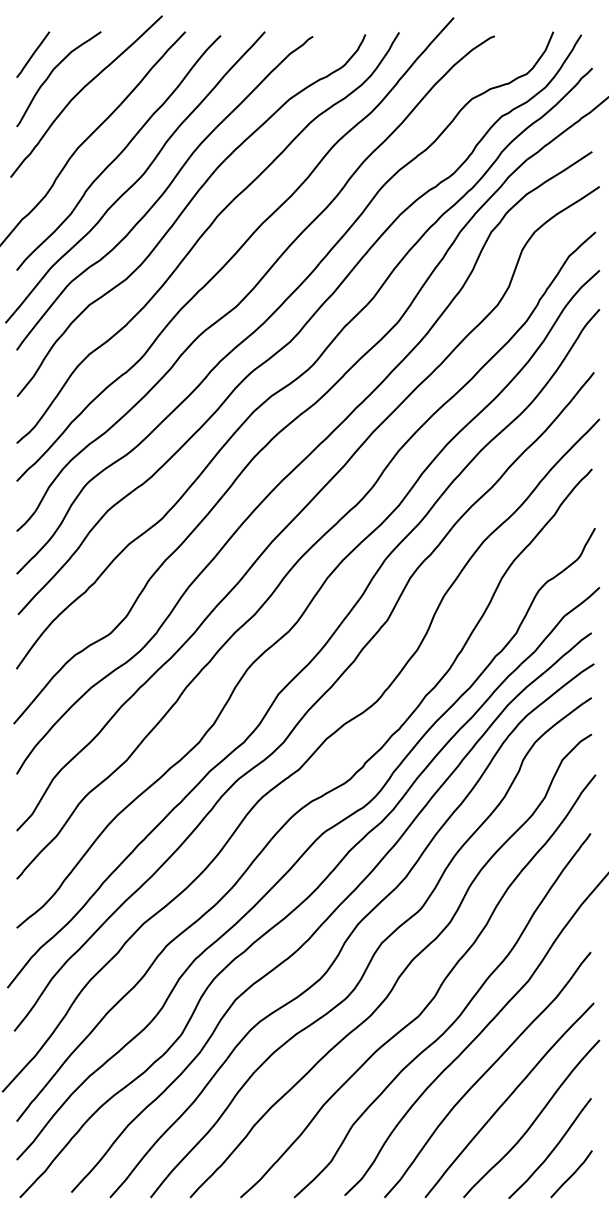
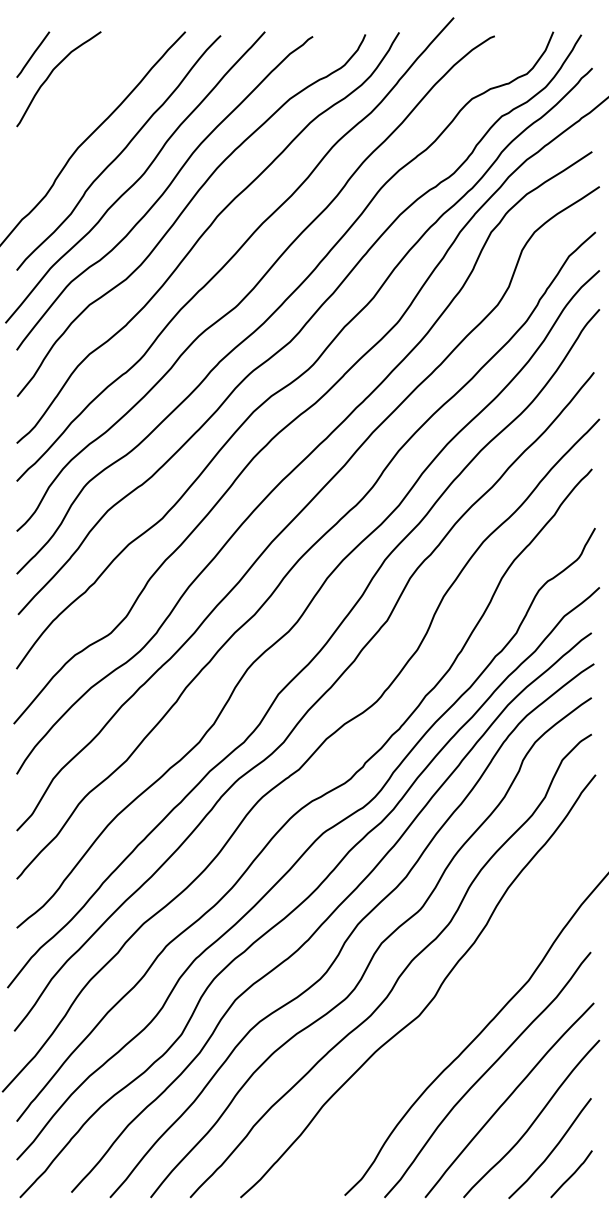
curve at (81, 91): present -> none
curve at (451, 1023): present -> none
